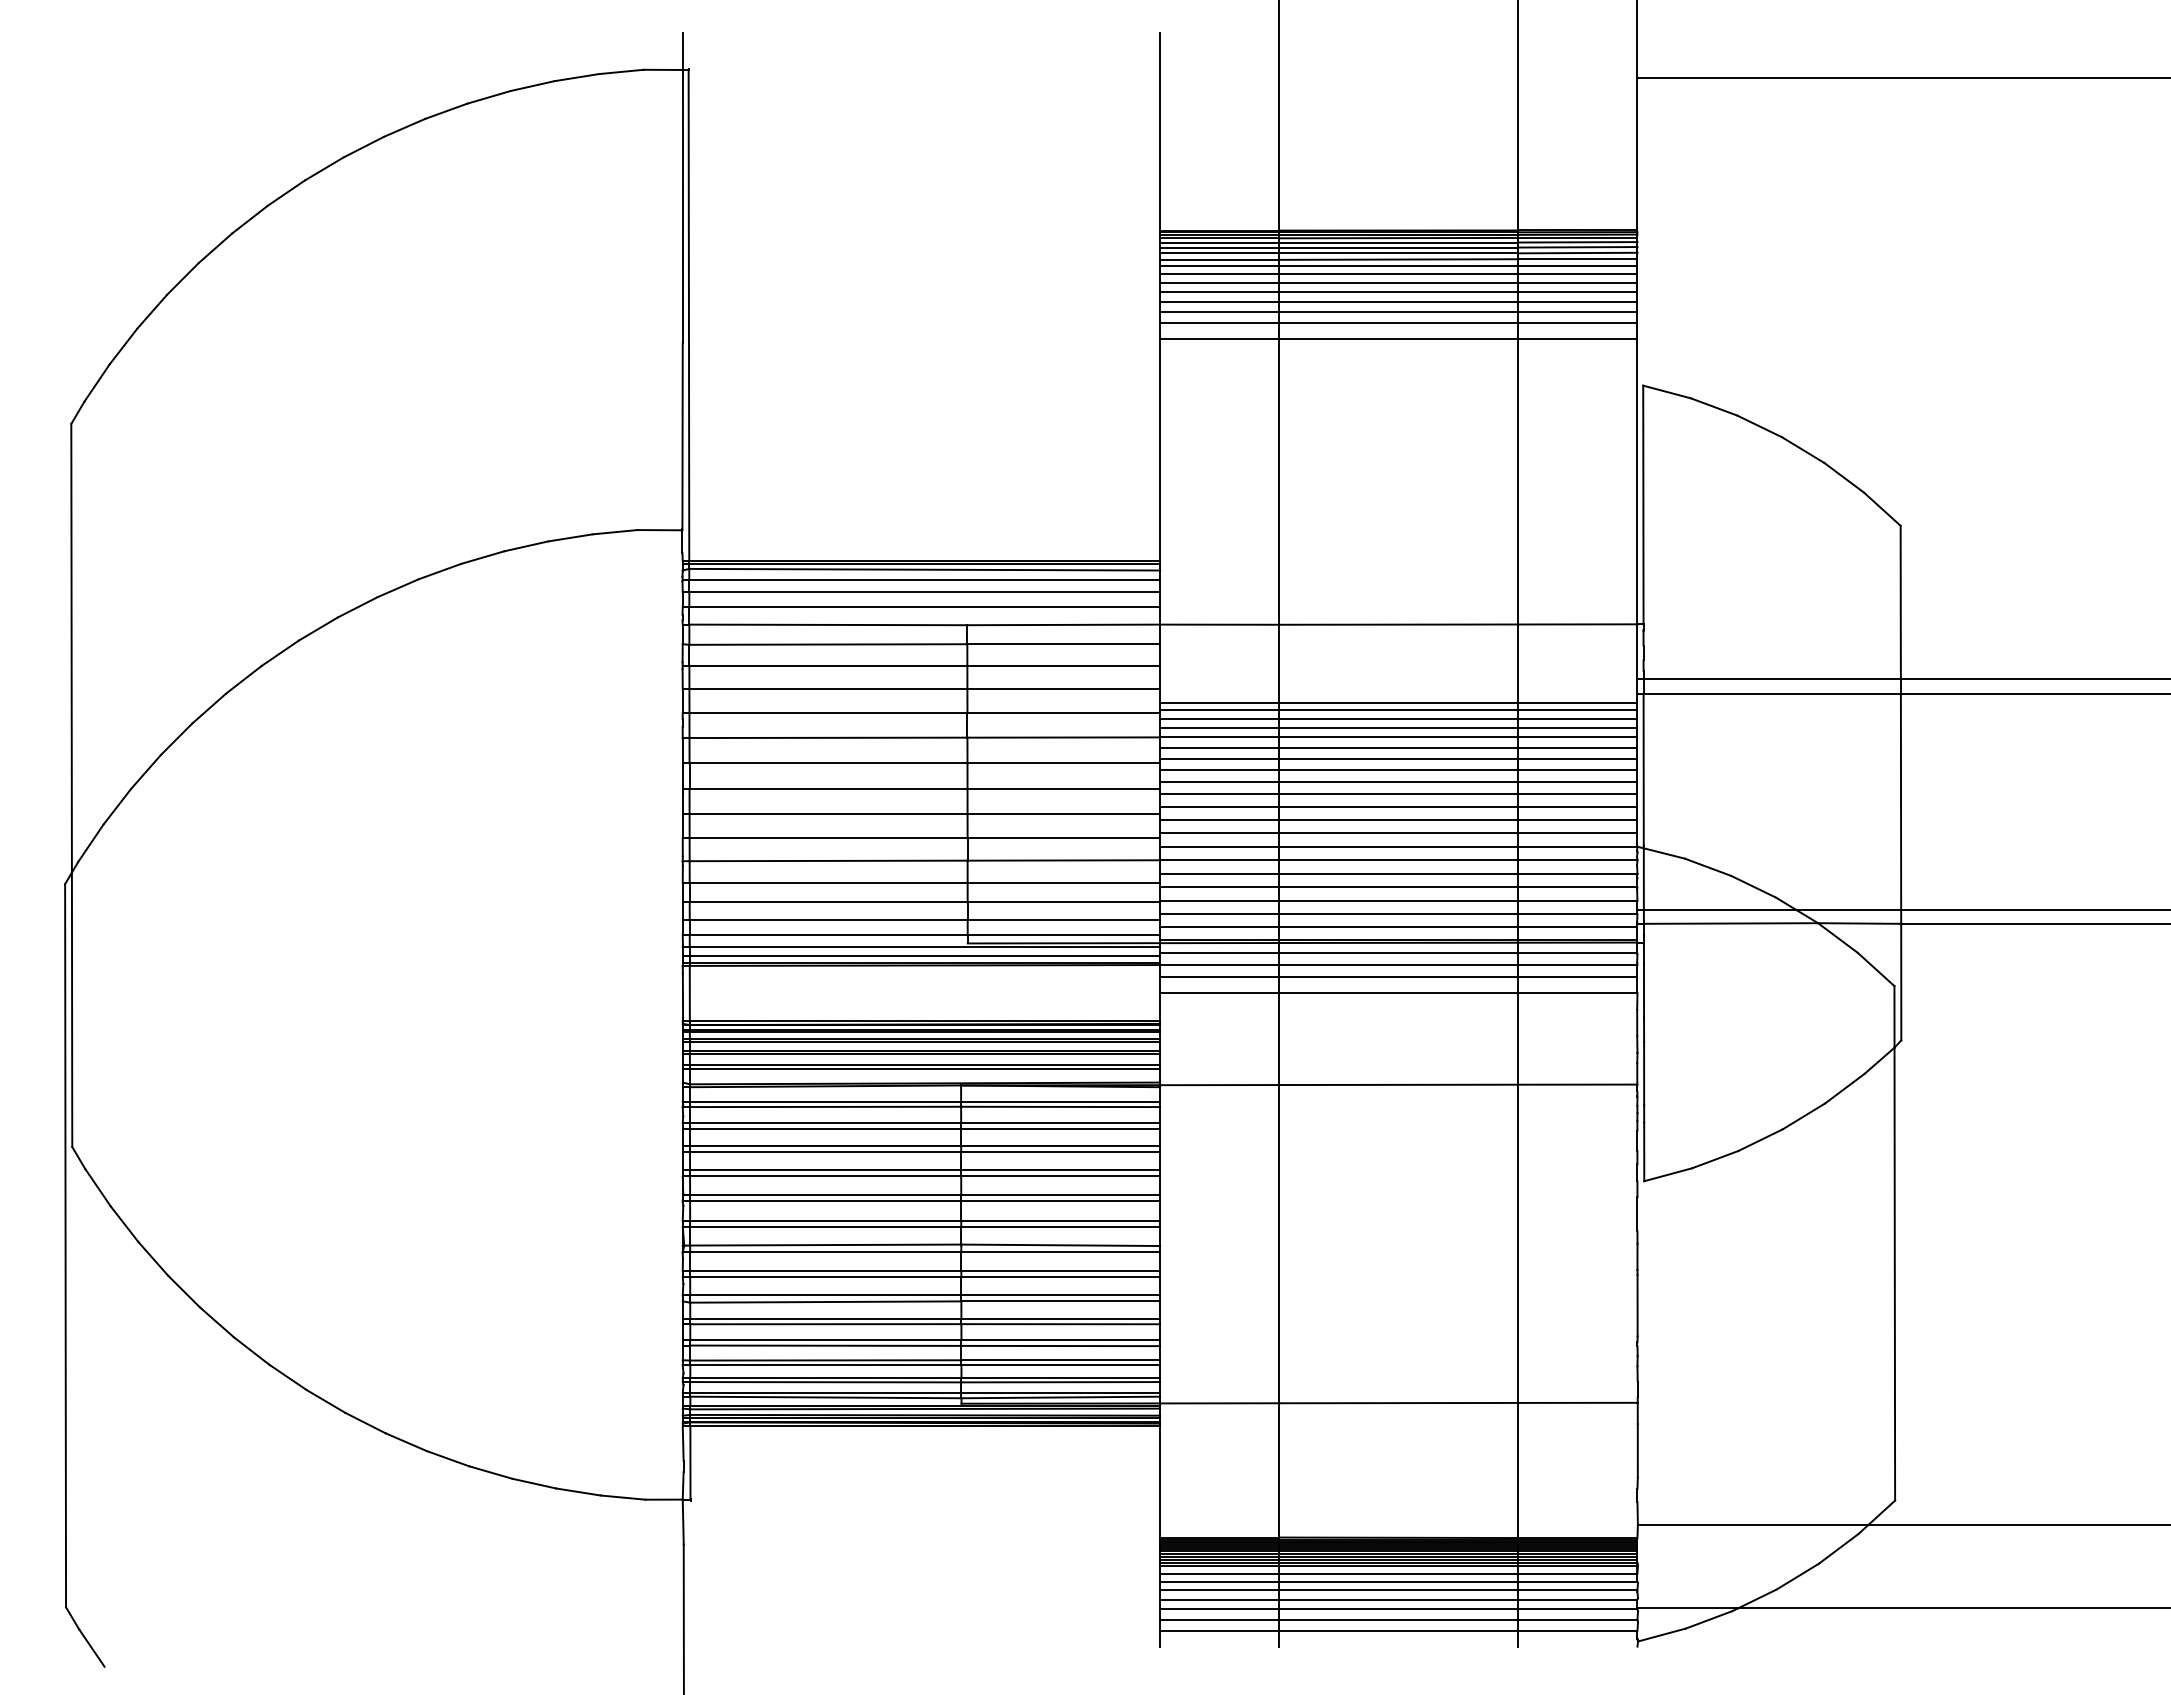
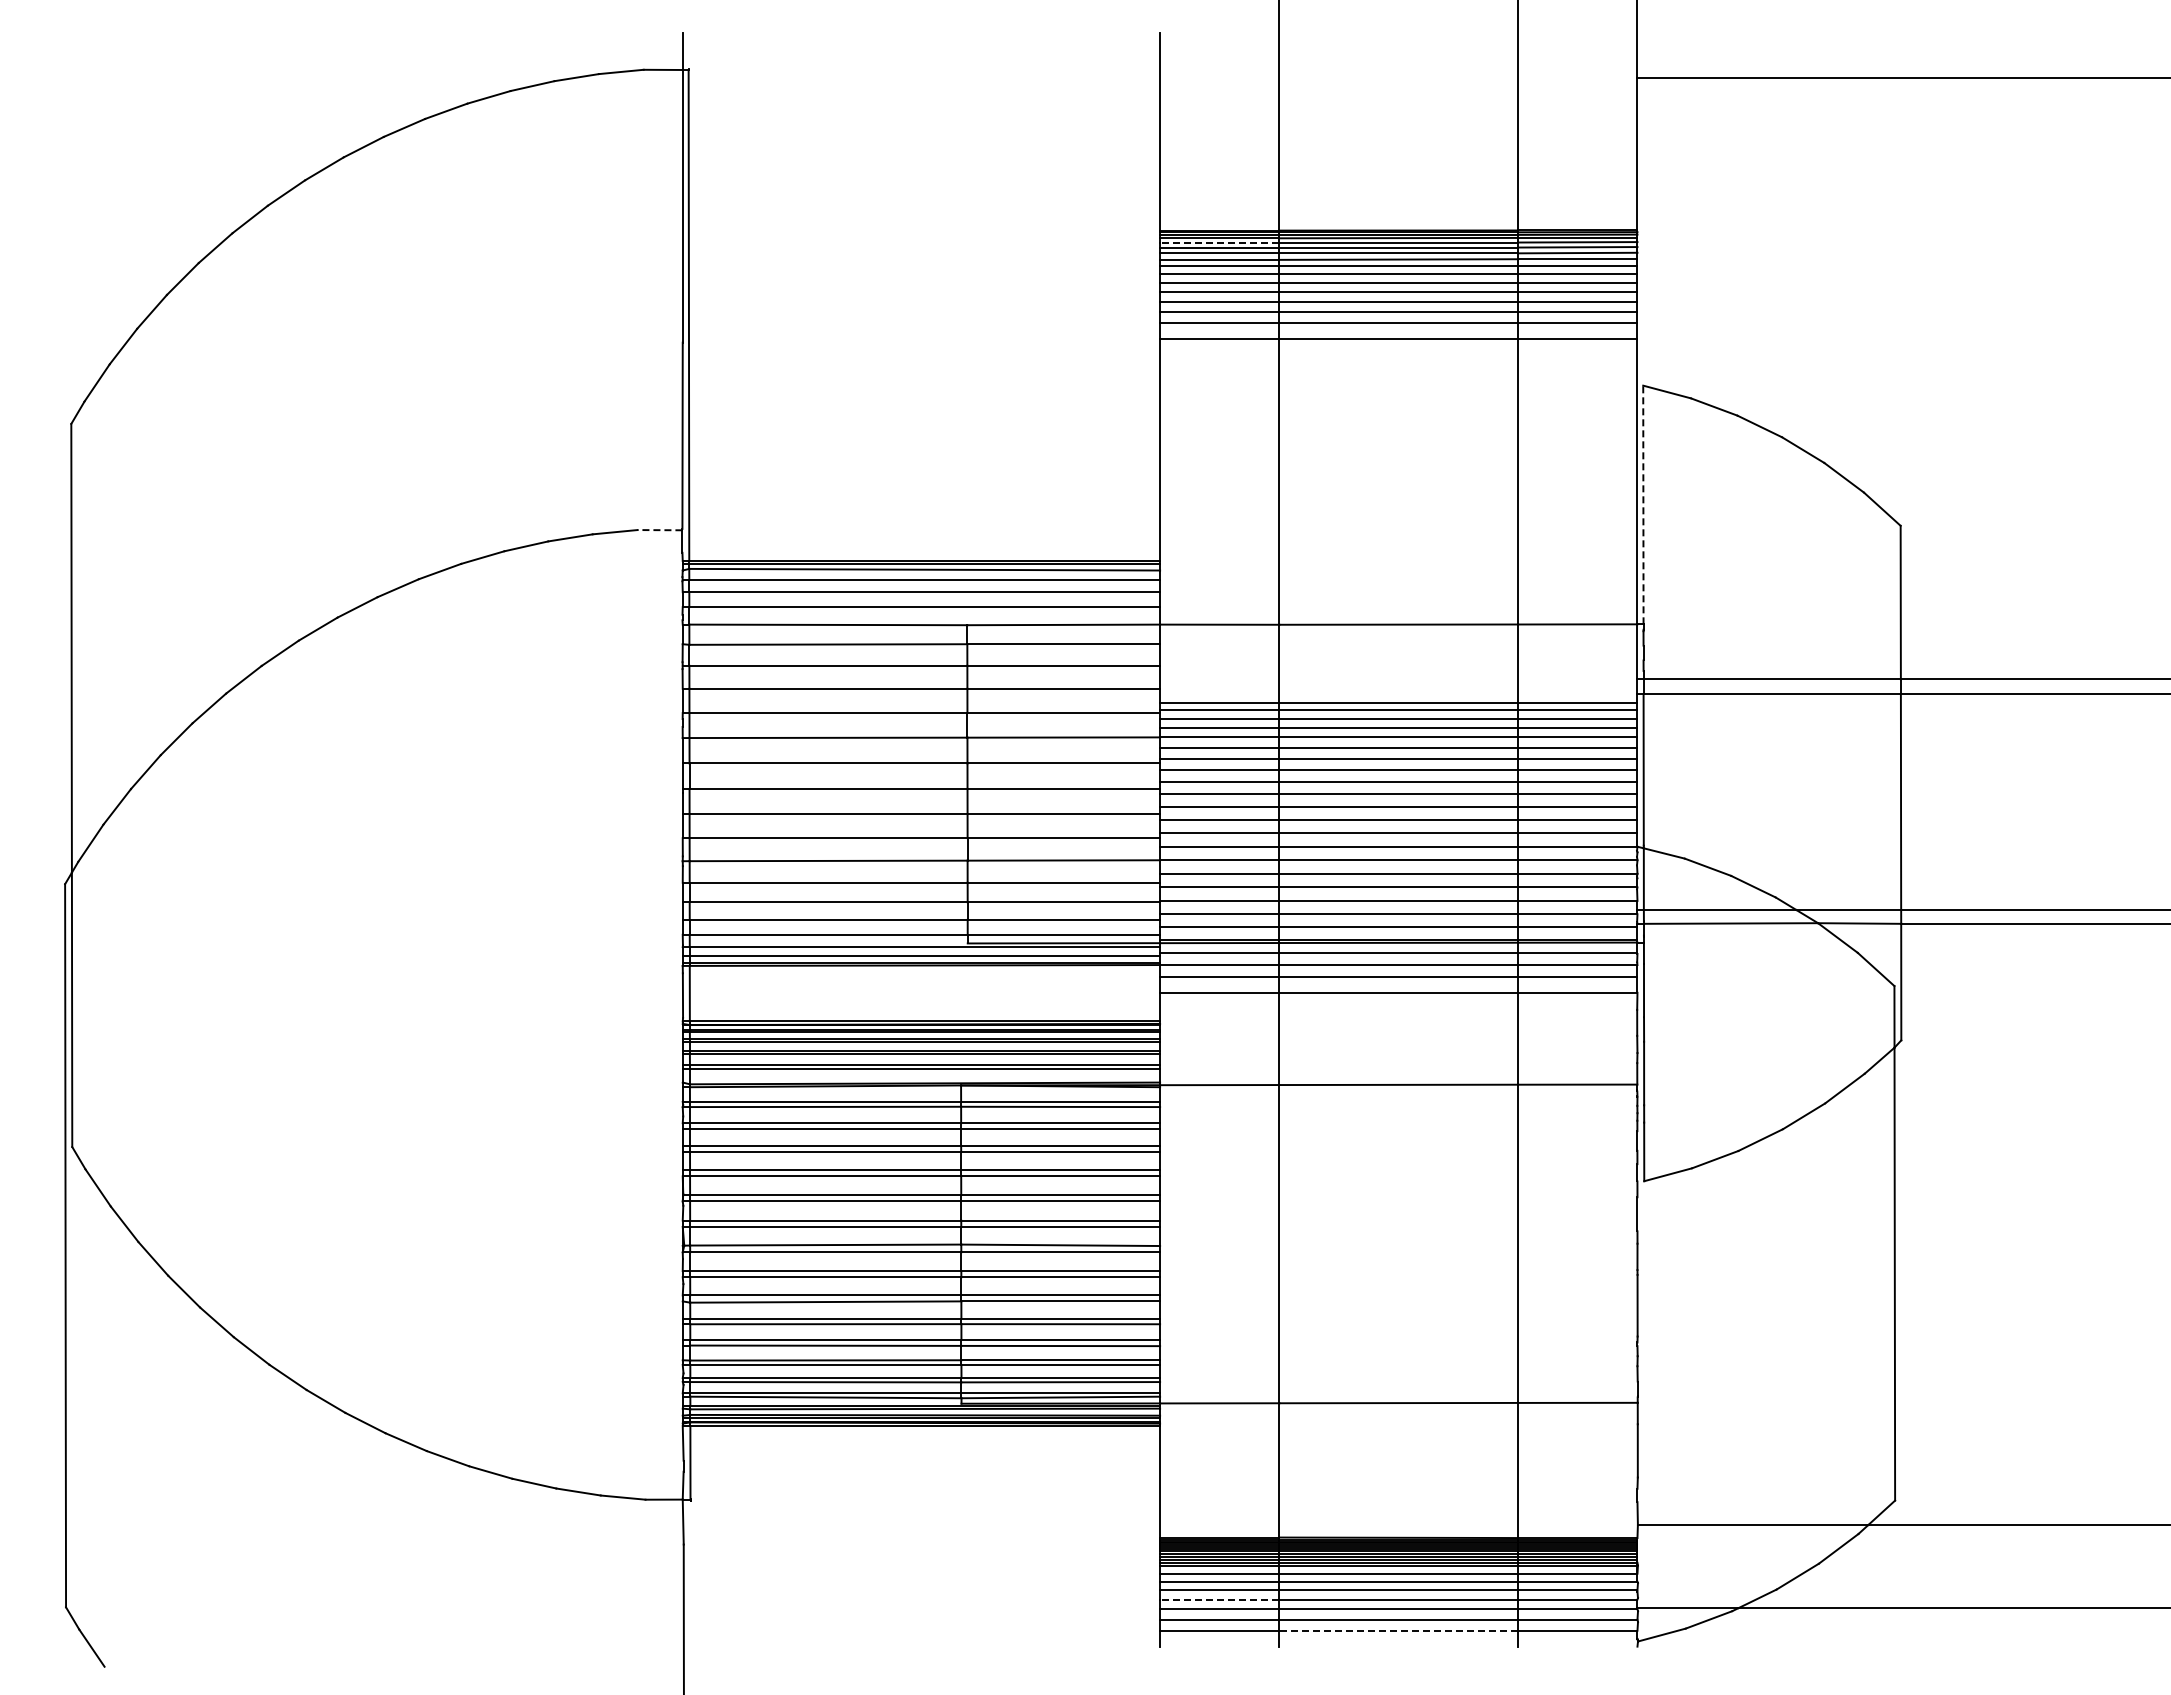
line at (1219, 242): solid -> dashed
line at (1643, 504): solid -> dashed
line at (659, 530): solid -> dashed
line at (1219, 1599): solid -> dashed
line at (1398, 1630): solid -> dashed
